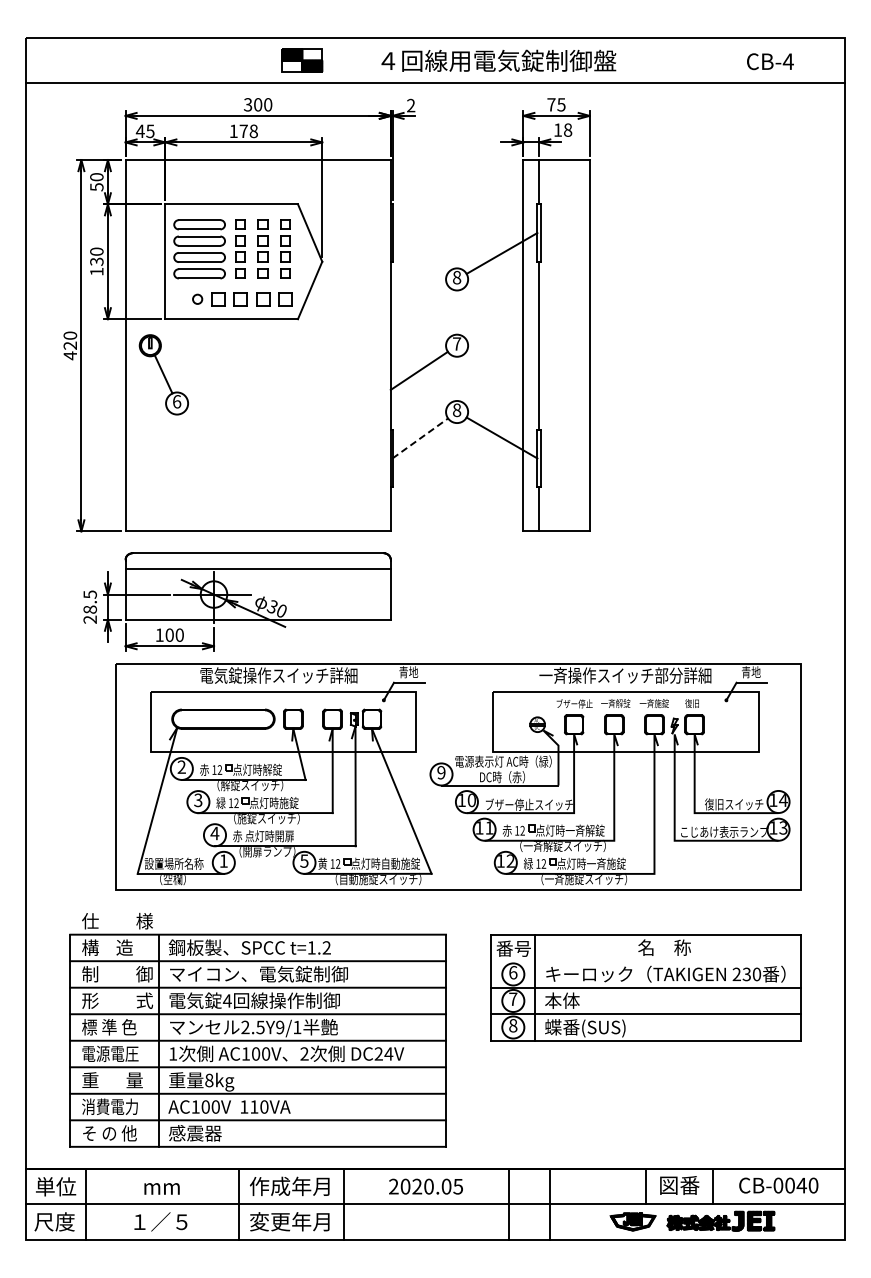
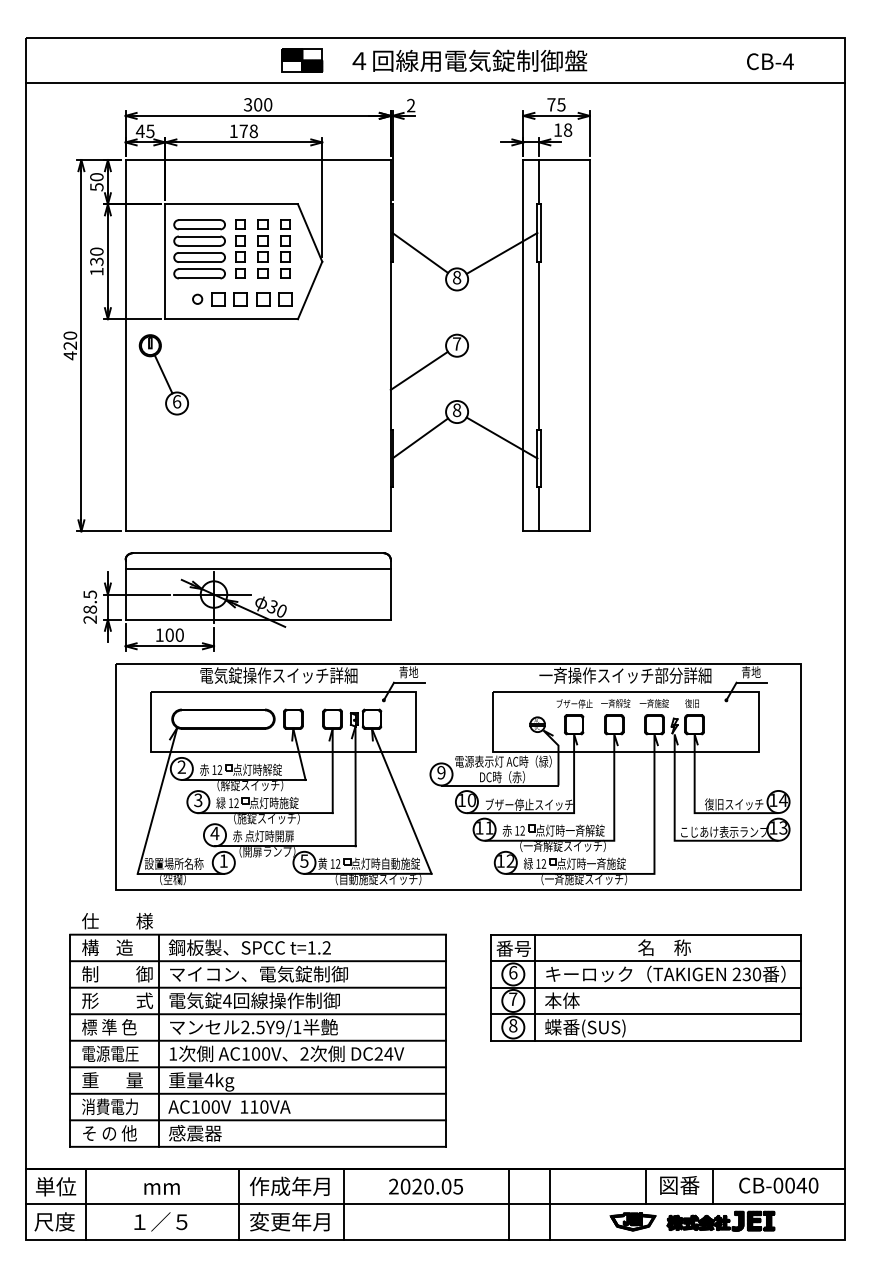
text at (498, 60) position: (498, 60) -> (469, 60)
line at (420, 252): none -> present
line at (420, 438): dashed -> solid
line at (645, 961): none -> present
text at (208, 1080): 8kg -> 4kg
